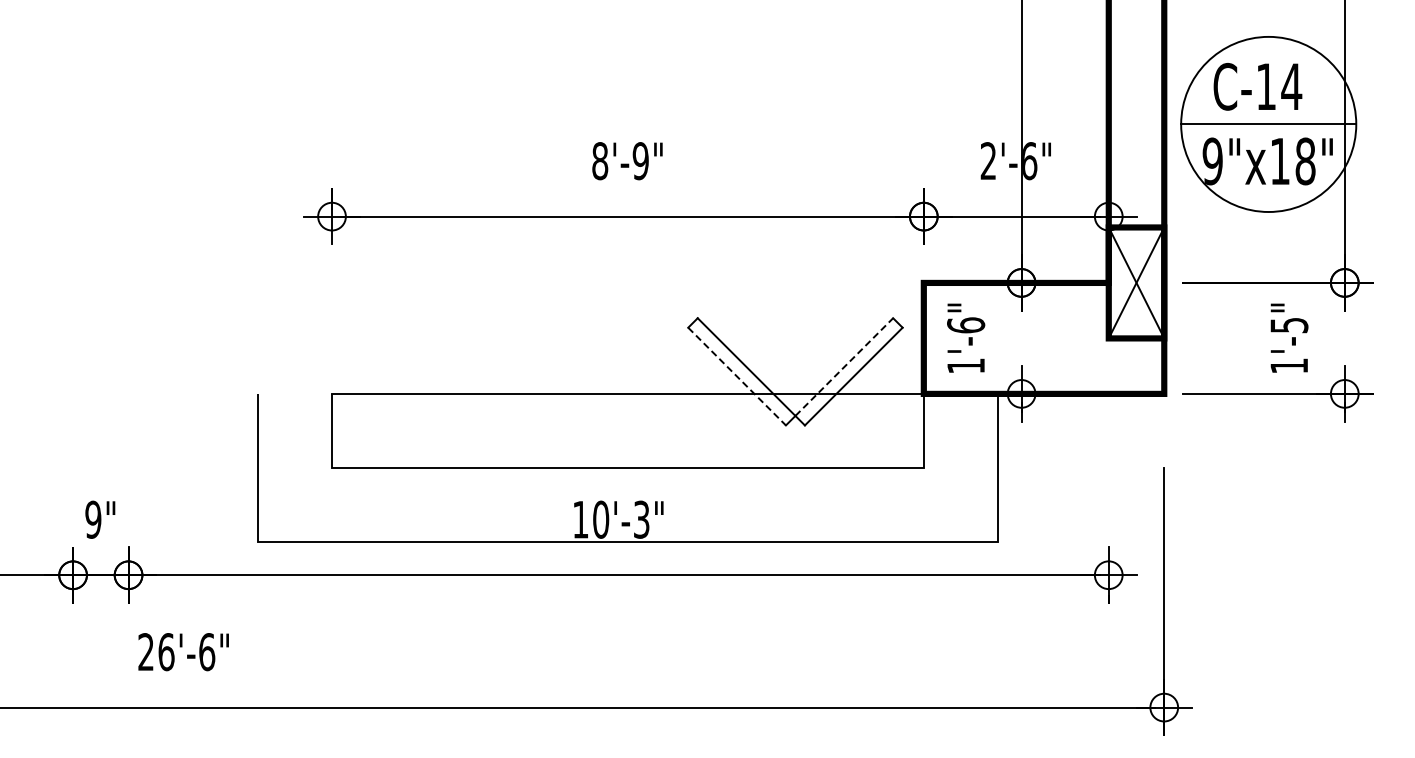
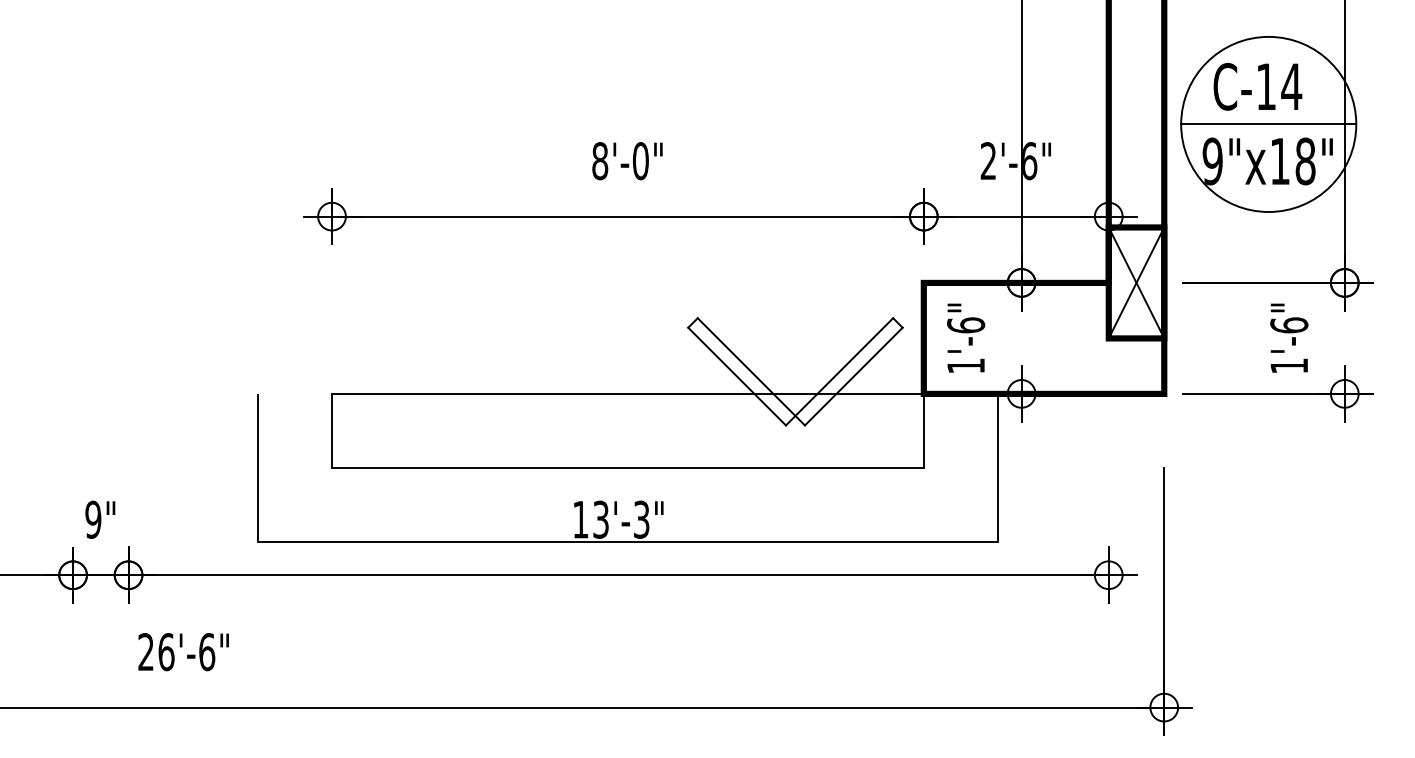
text at (640, 161): 8'-9" -> 8'-0"
text at (1289, 325): 1'-5" -> 1'-6"
line at (844, 366): dashed -> solid
line at (737, 376): dashed -> solid
text at (601, 519): 10'-3" -> 13'-3"
